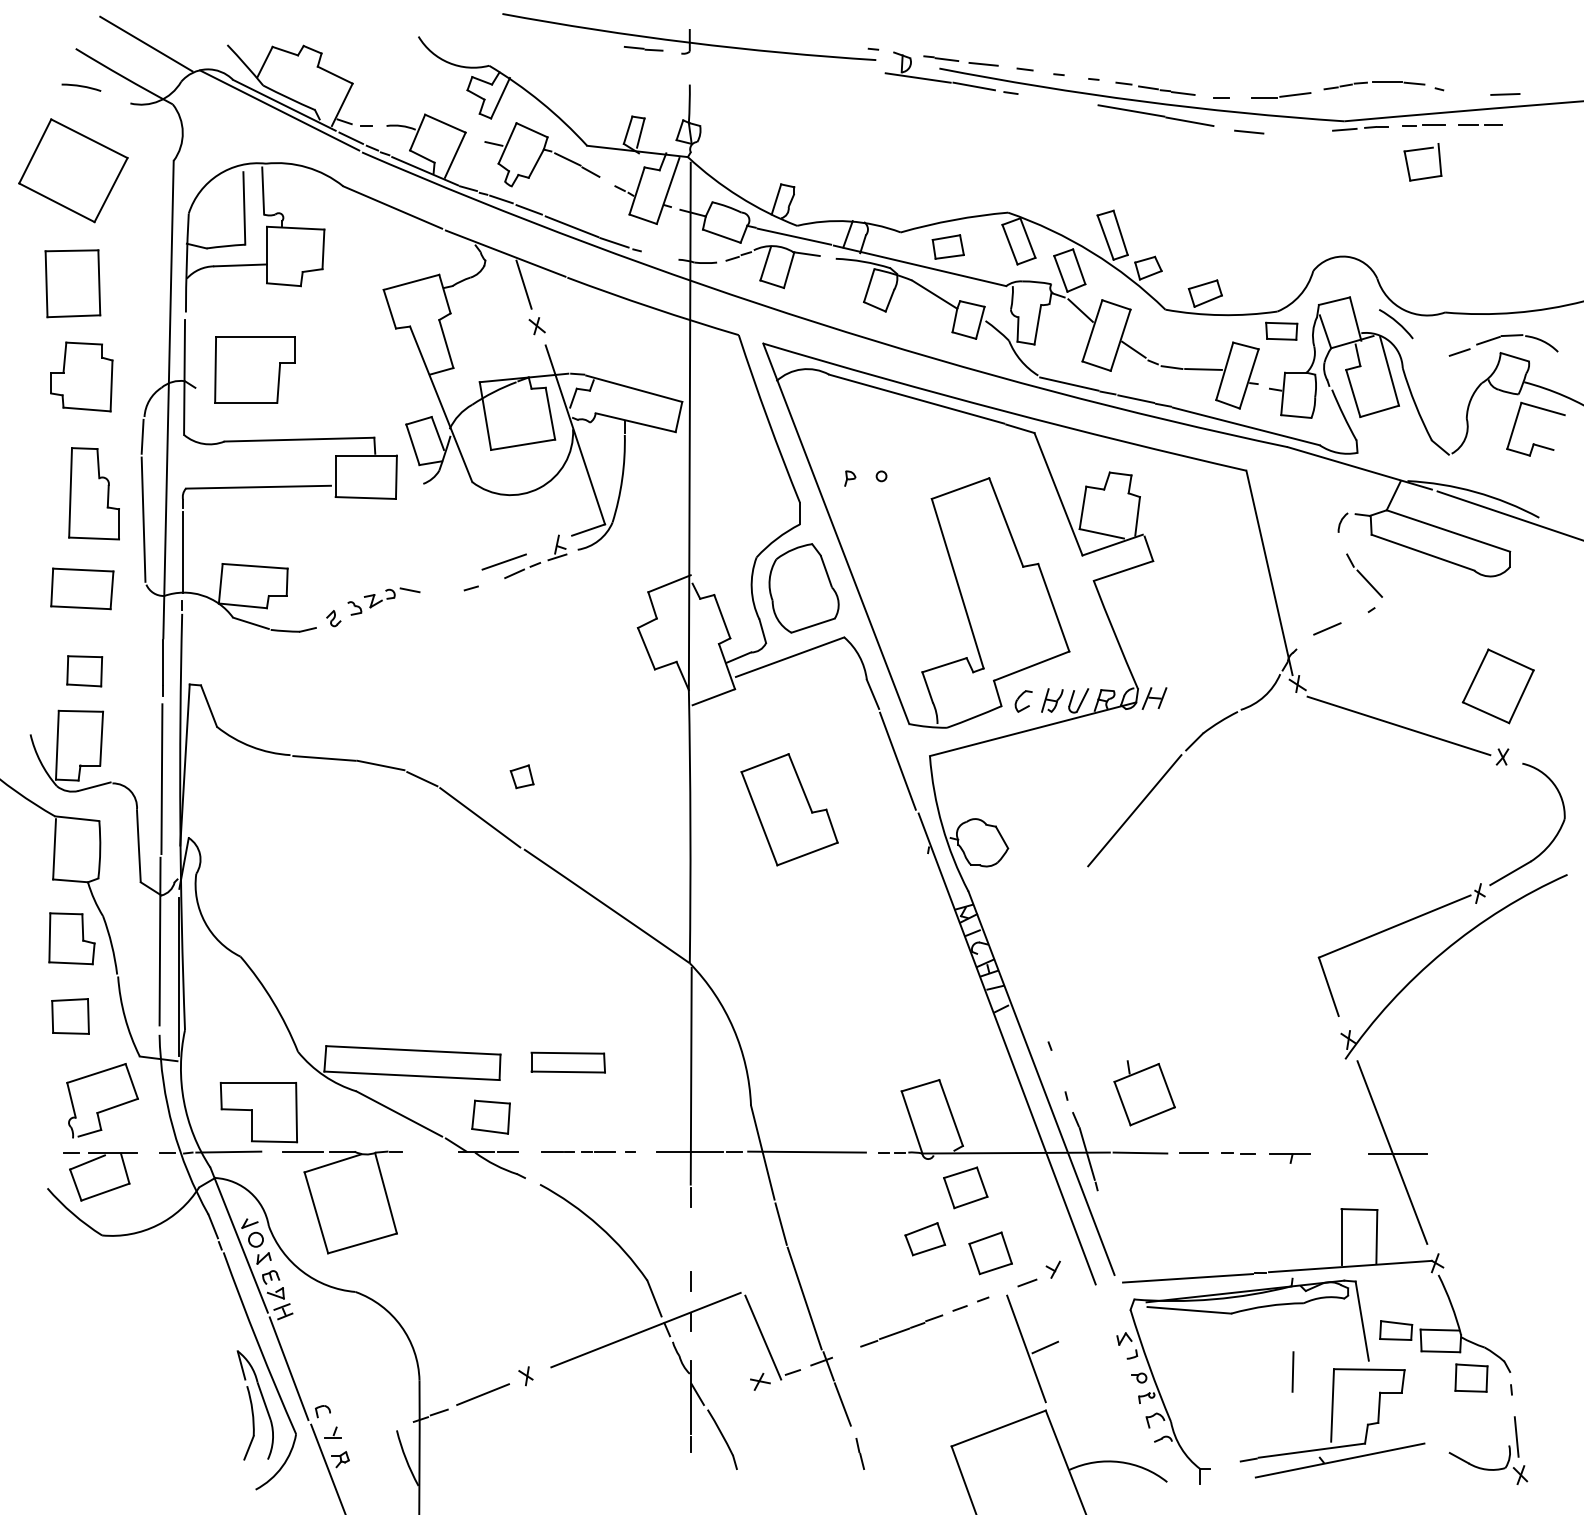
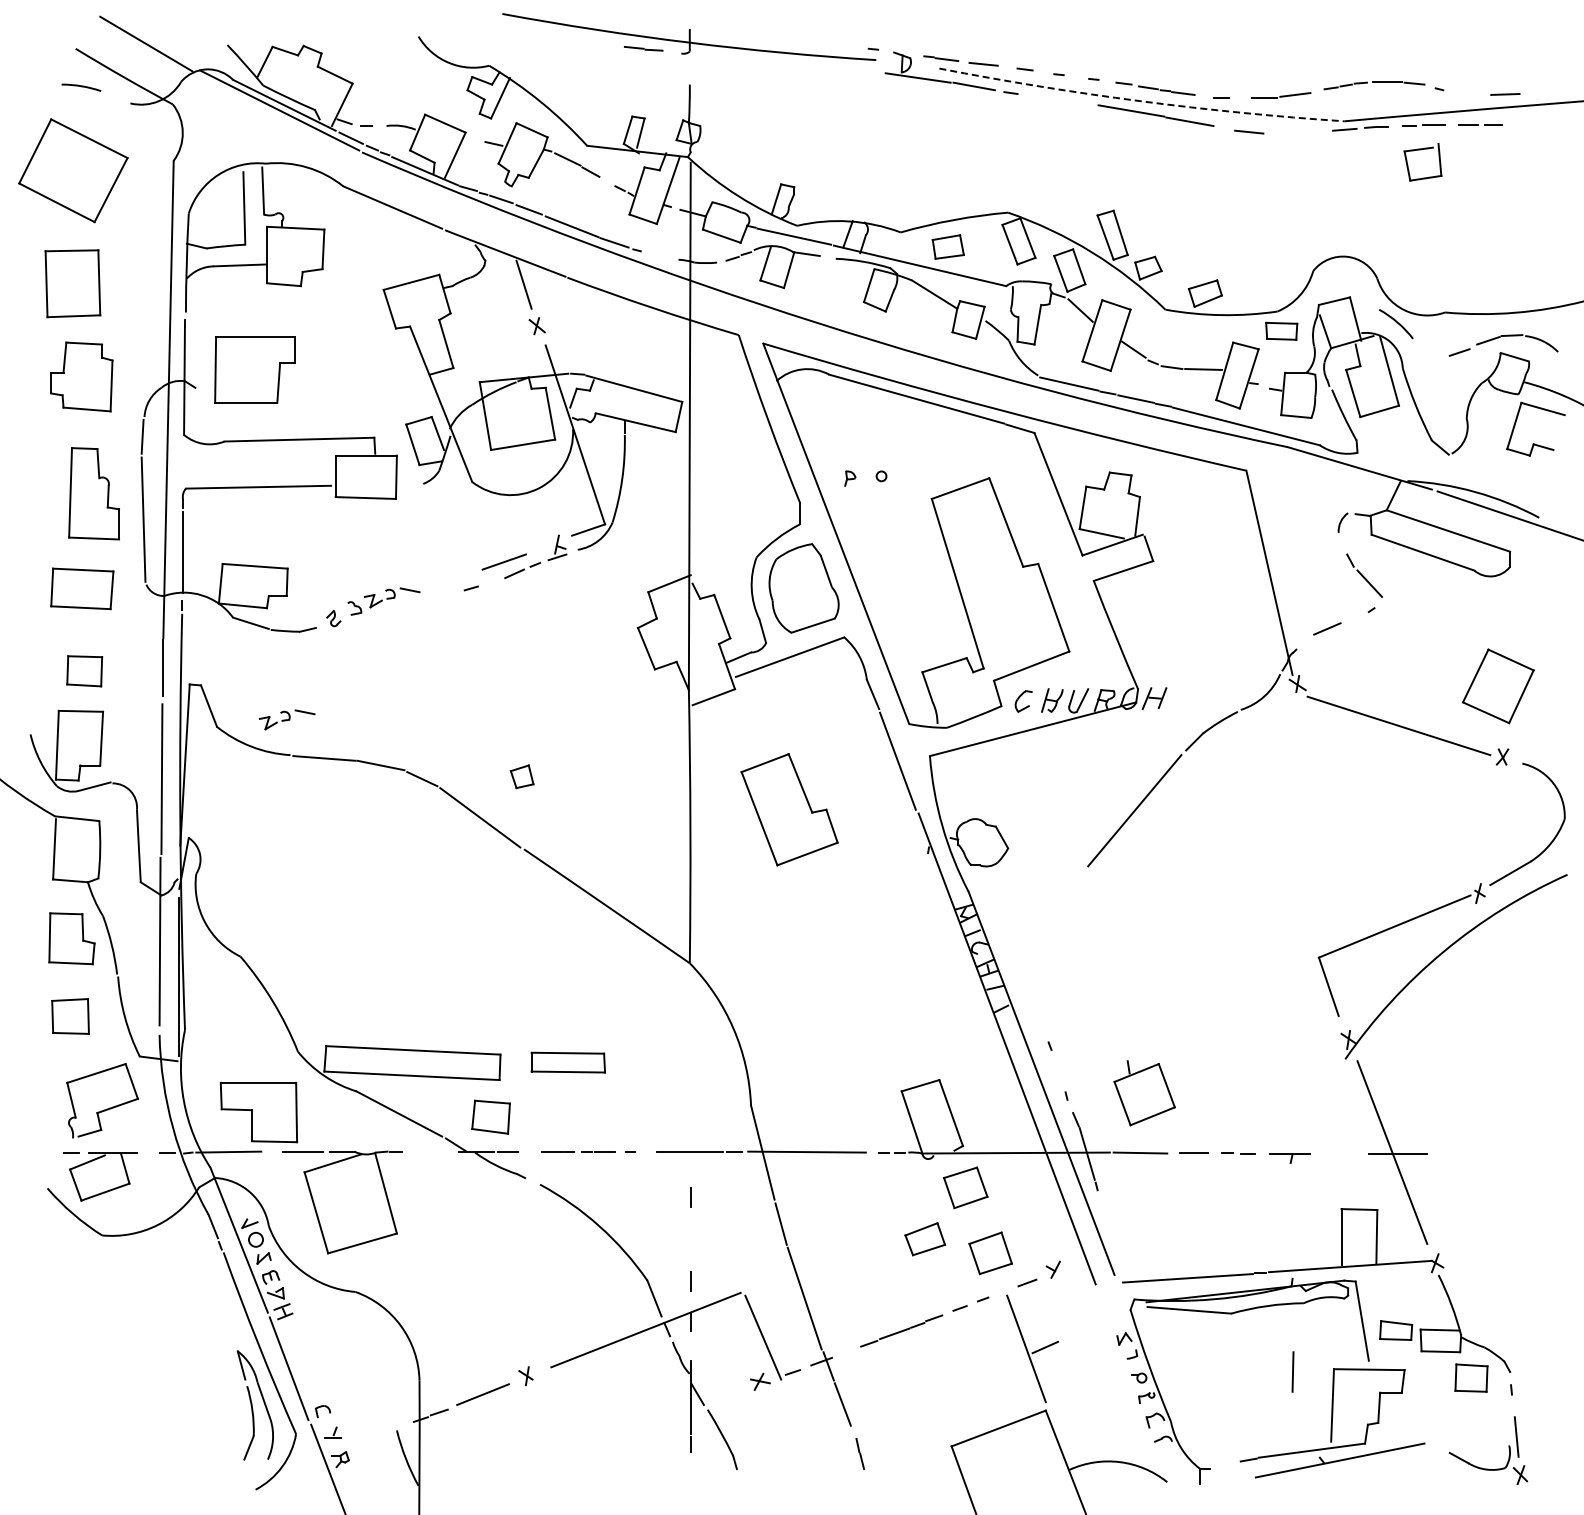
arc at (1141, 101): solid -> dashed
part at (286, 719): none -> present
line at (690, 1075): present -> none
